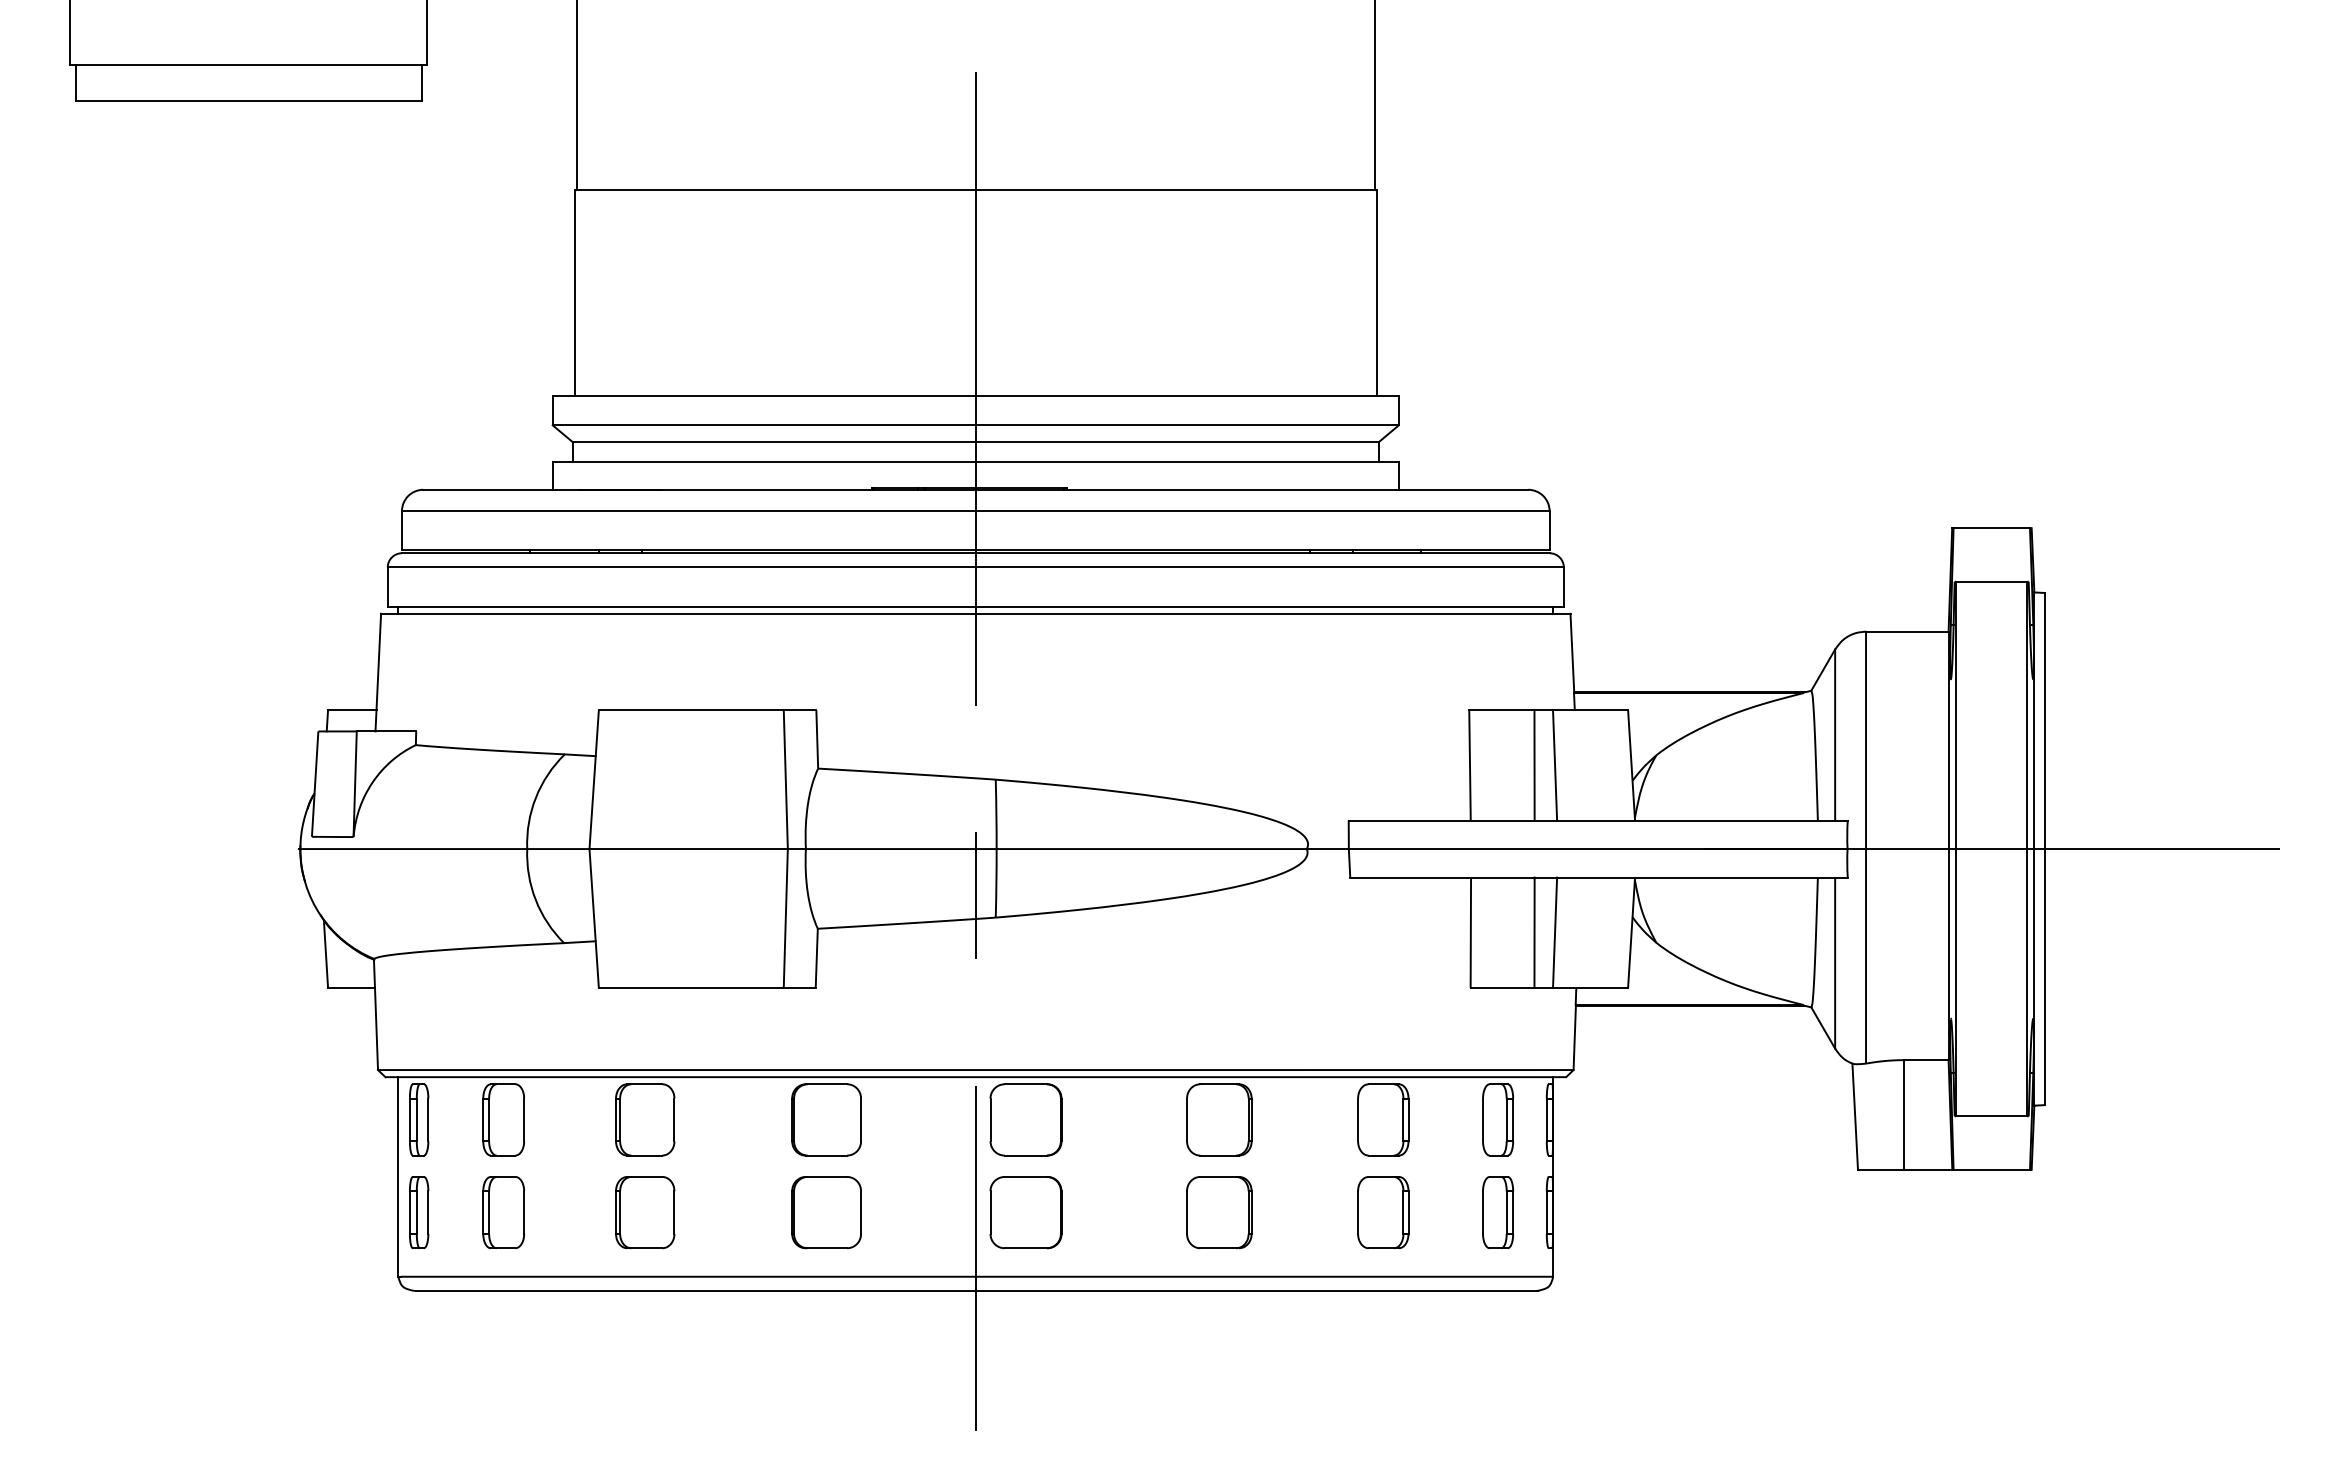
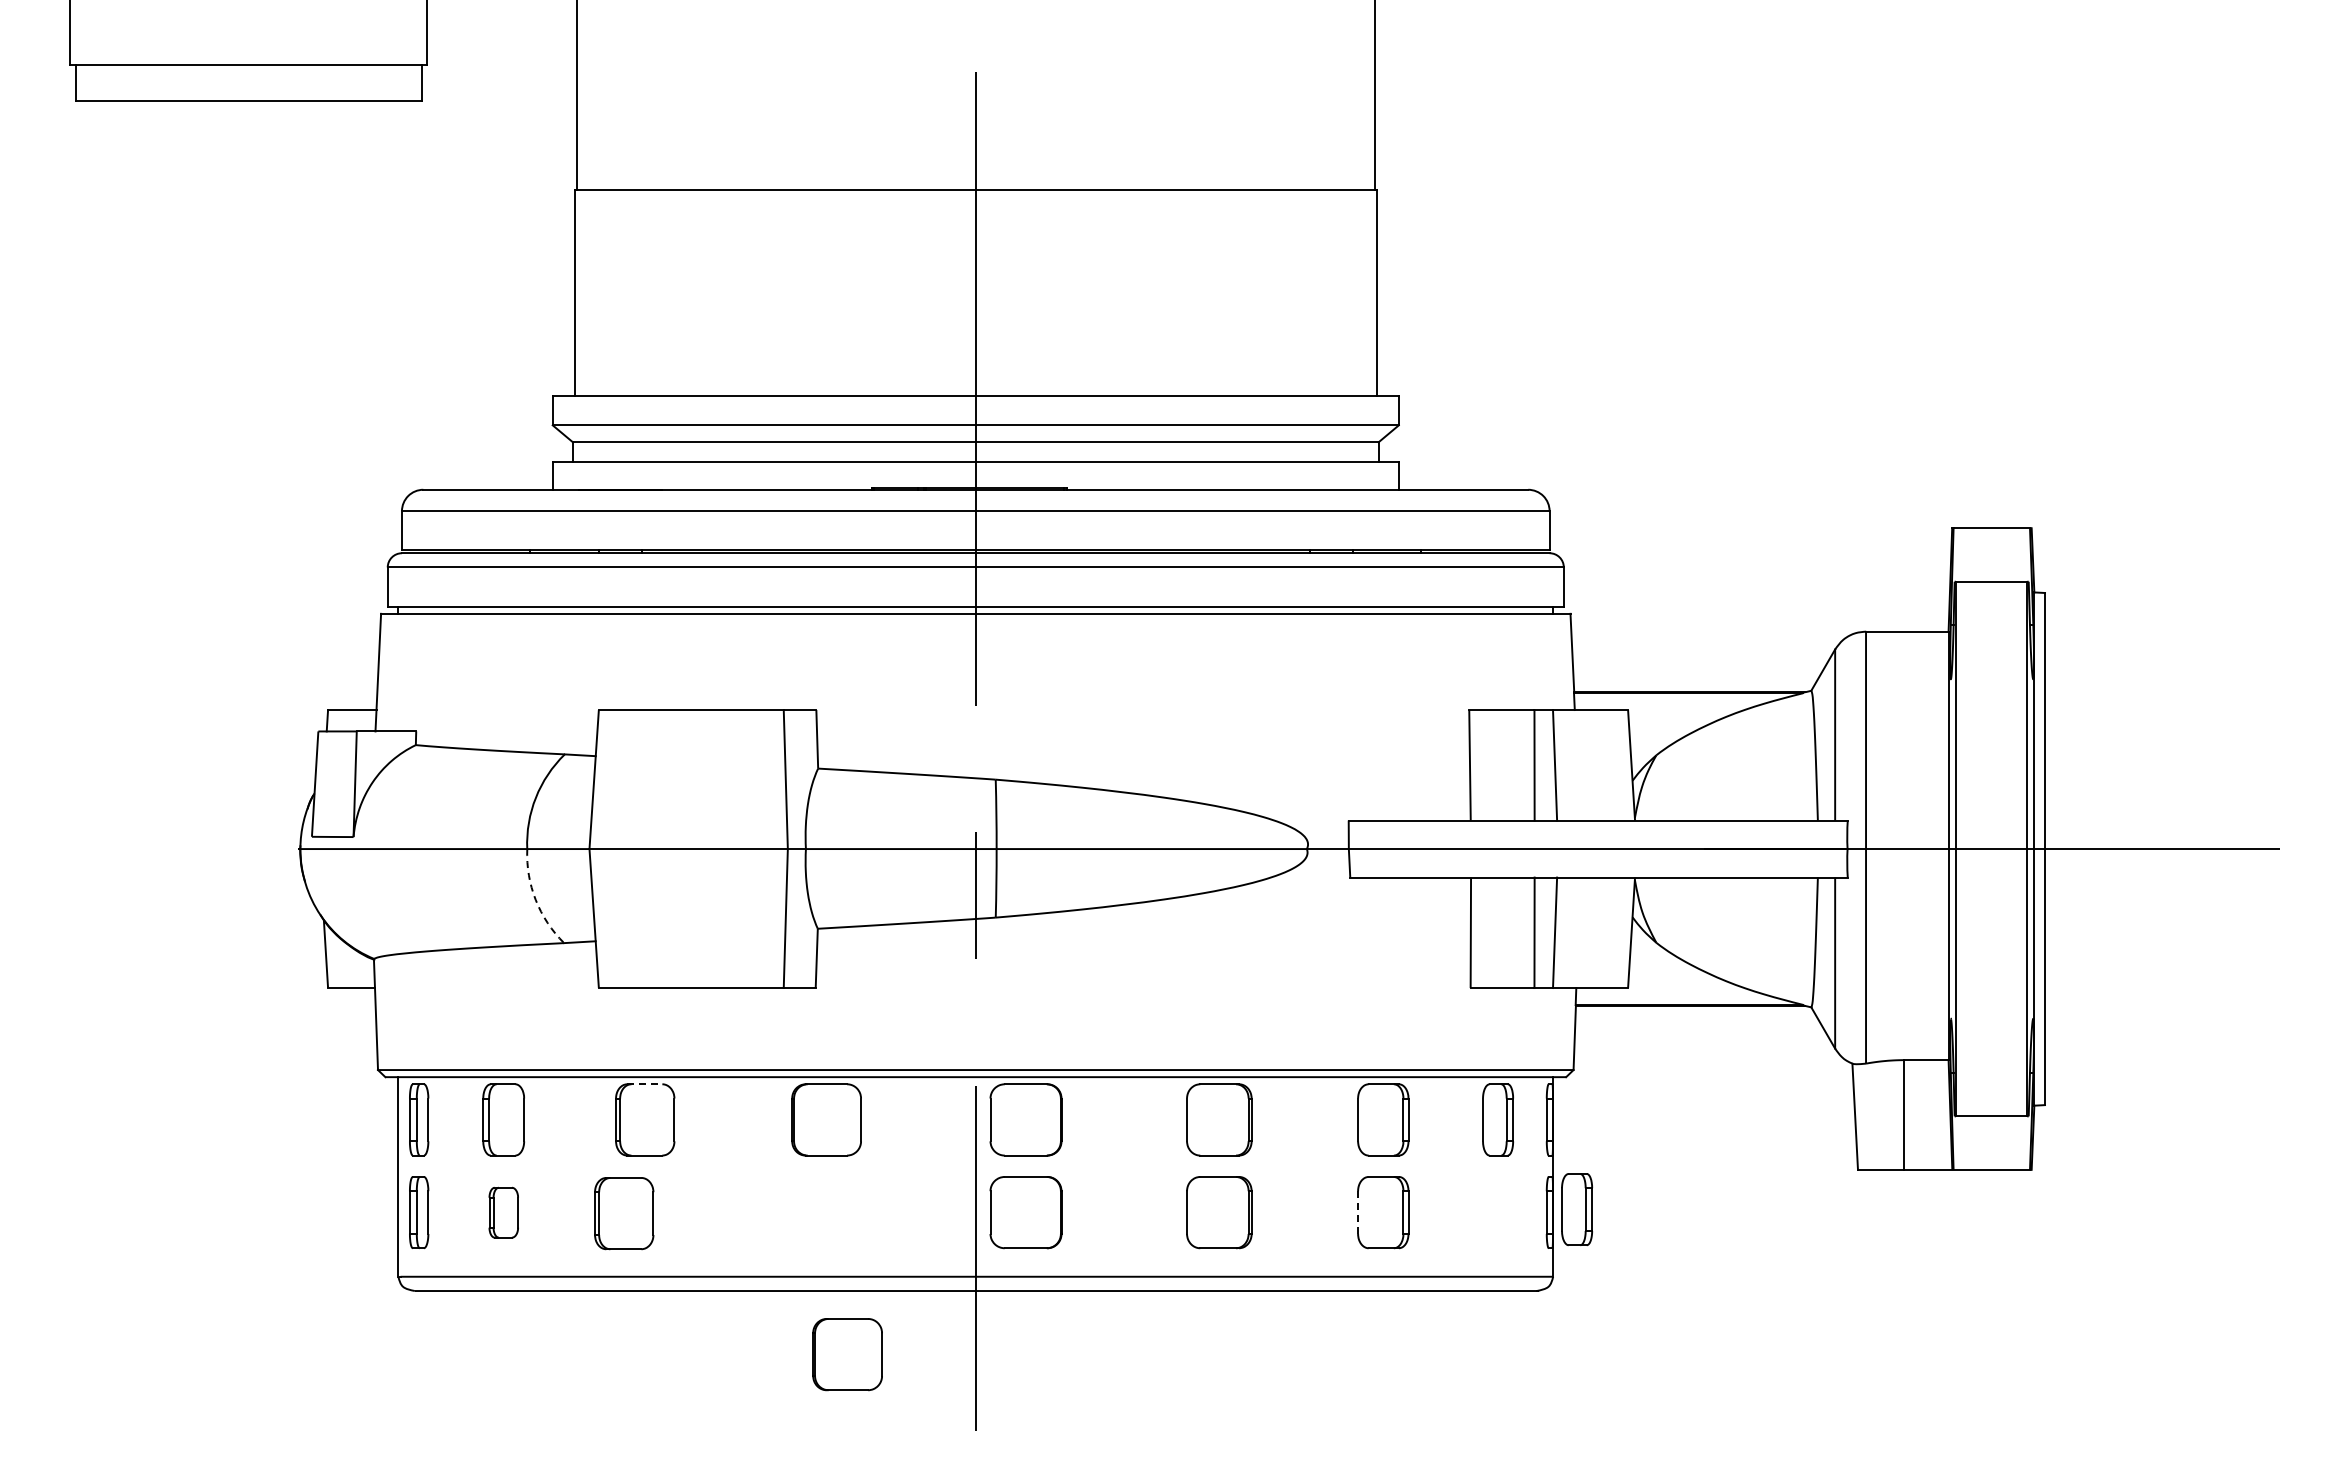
arc at (535, 899): solid -> dashed
line at (644, 1084): solid -> dashed
part at (503, 1212) size: 44x74 px -> 31x53 px
part at (645, 1212) position: (645, 1212) -> (624, 1213)
part at (826, 1212) position: (826, 1212) -> (847, 1354)
line at (1358, 1212): solid -> dashed
part at (1497, 1212) position: (1497, 1212) -> (1576, 1209)
